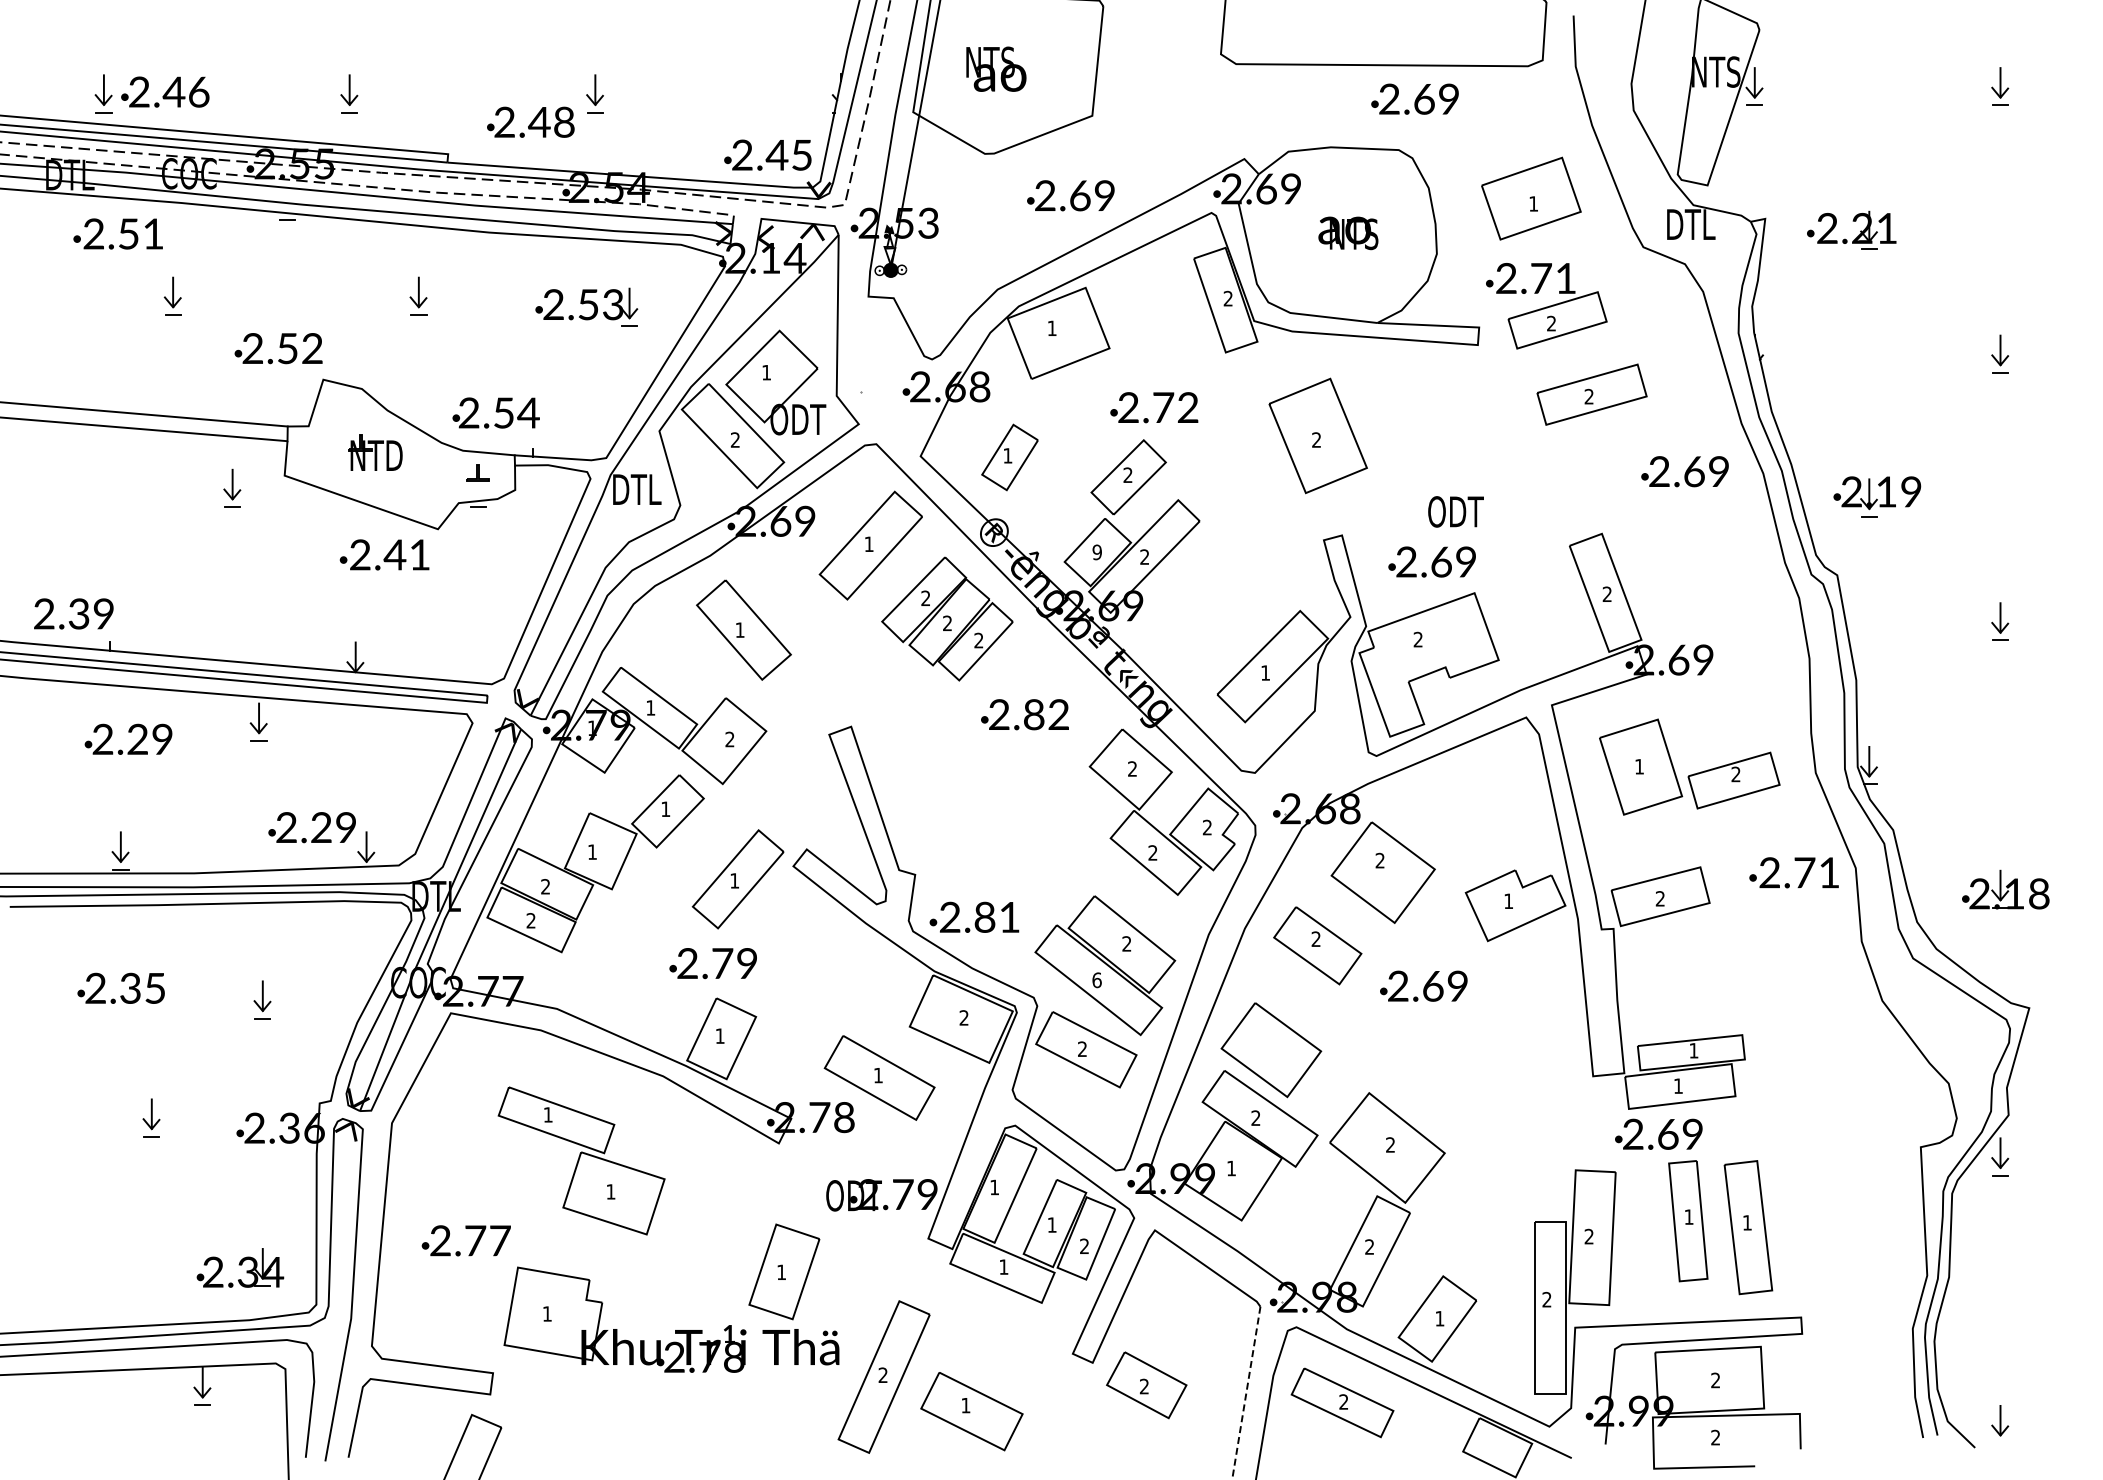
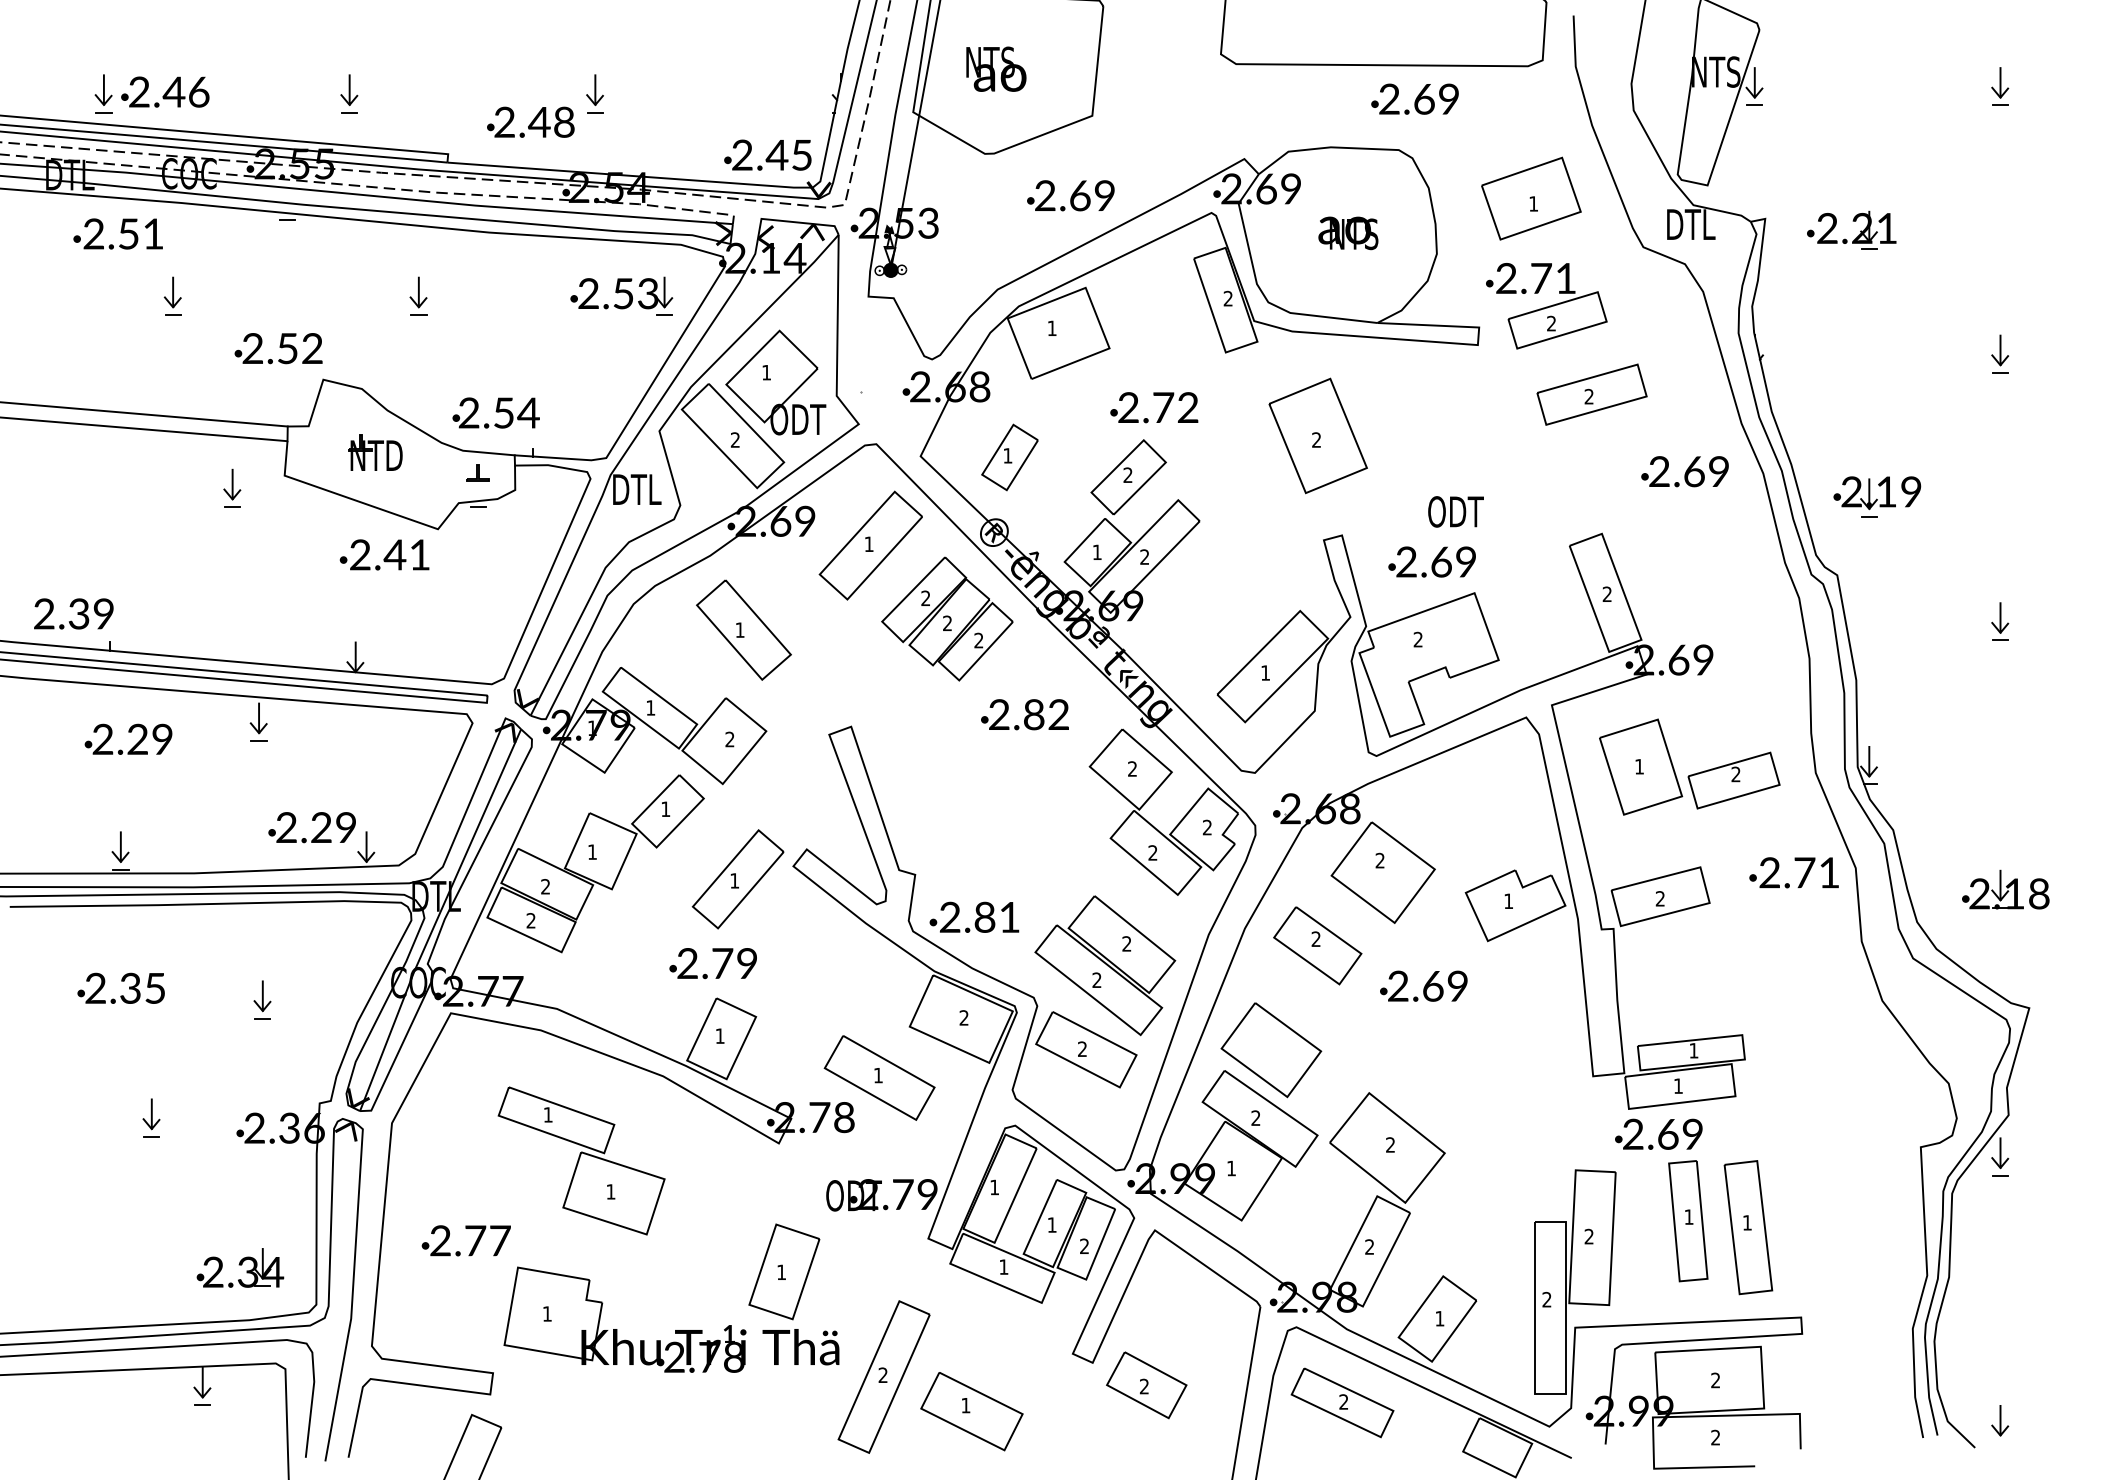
part at (586, 306) position: (586, 306) -> (621, 295)
text at (1096, 552): 9 -> 1
text at (1096, 980): 6 -> 2
line at (1246, 1393): dashed -> solid
